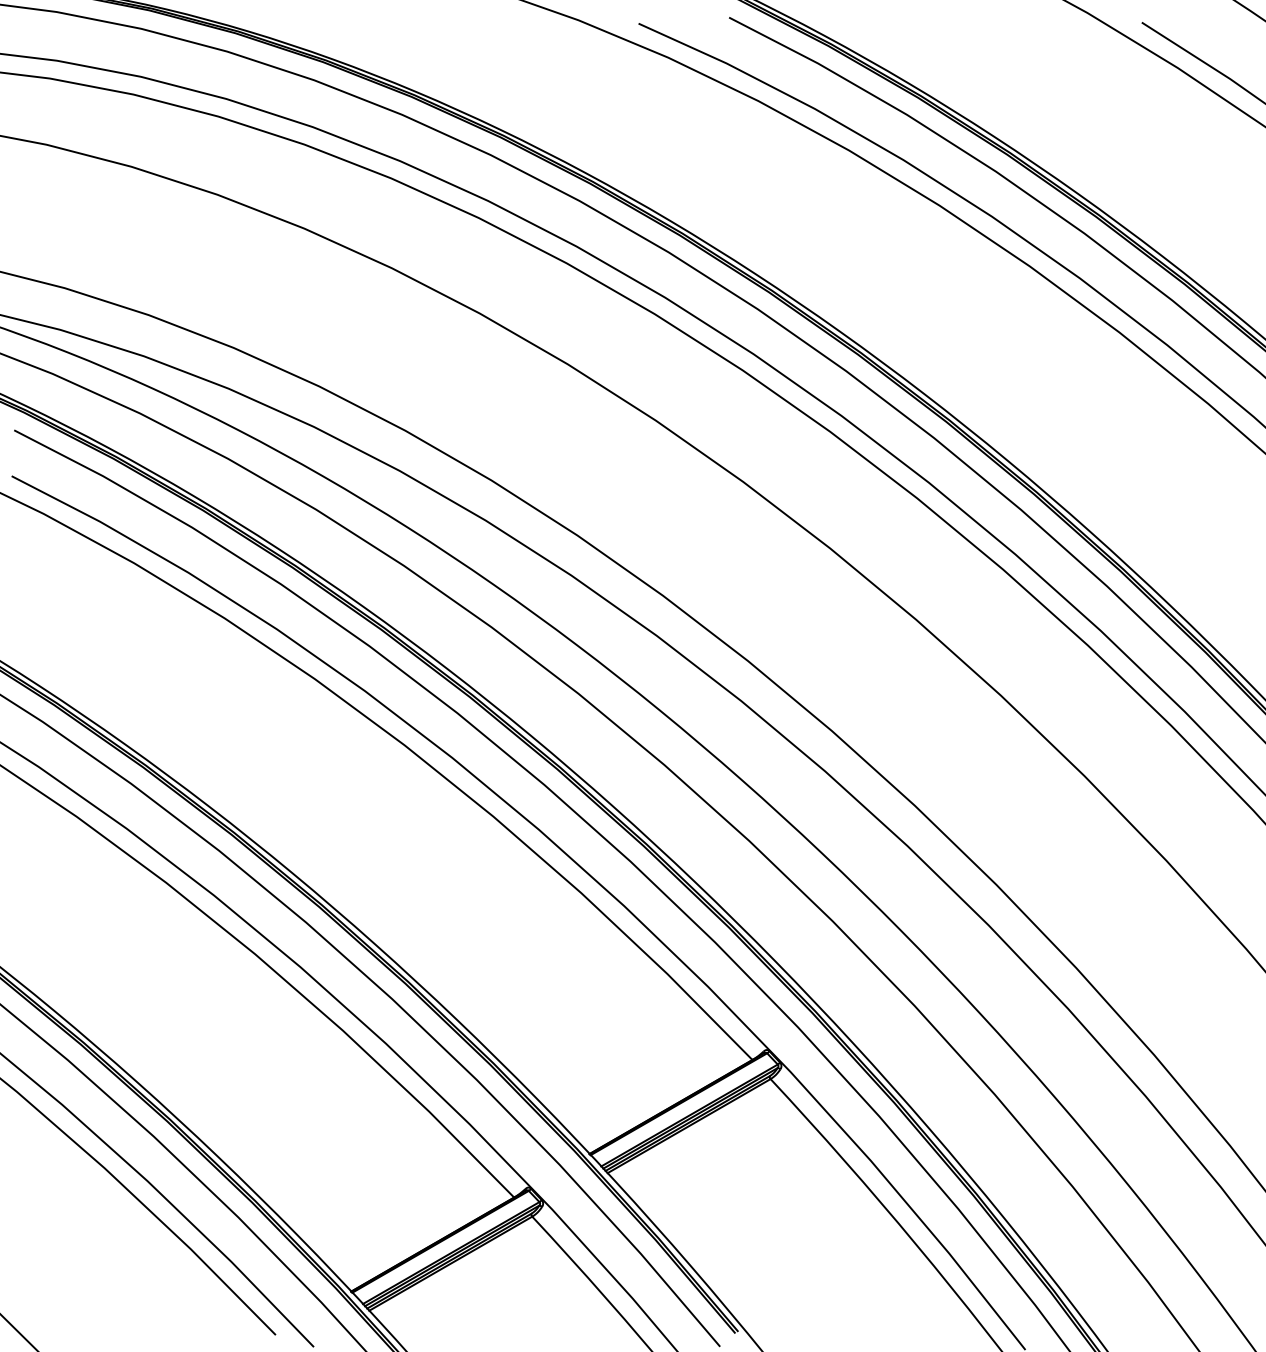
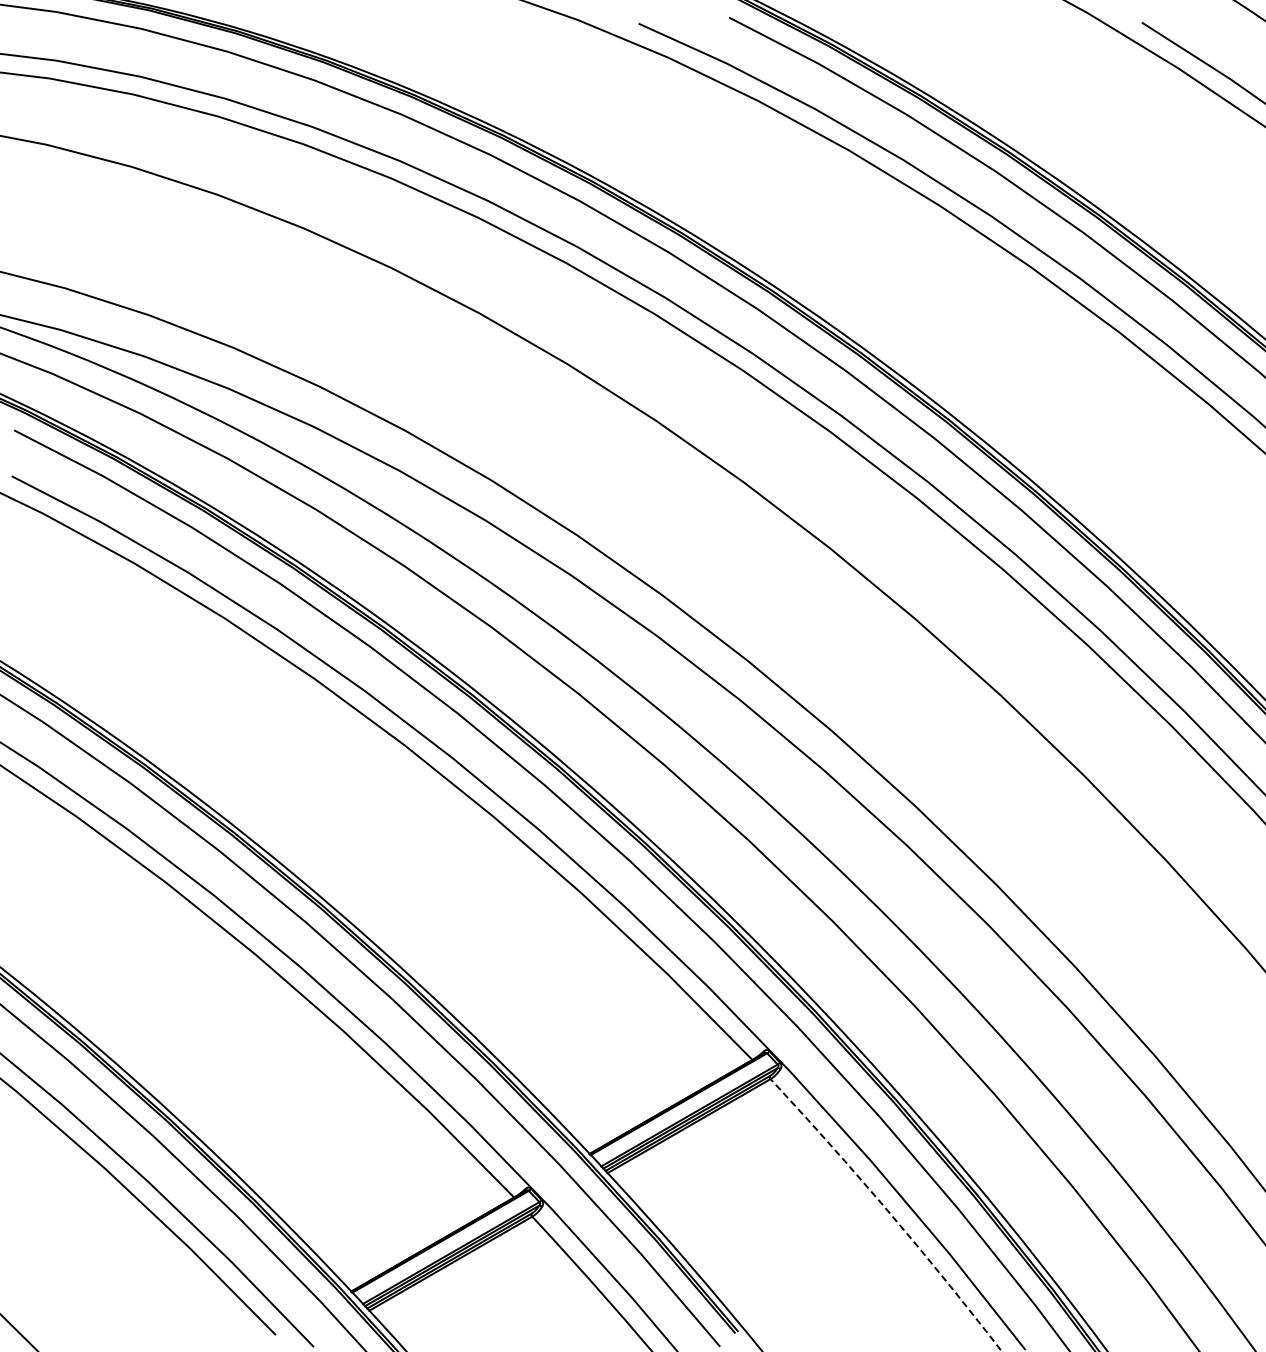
arc at (889, 1212): solid -> dashed
